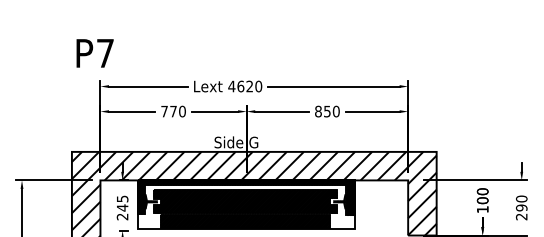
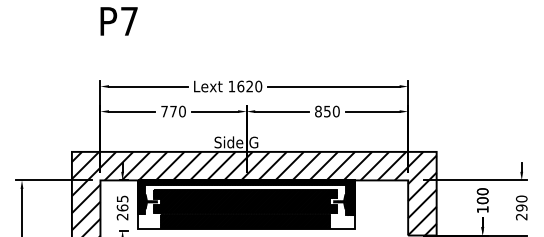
text at (94, 53) position: (94, 53) -> (118, 21)
text at (231, 86): 4620 -> 1620
text at (122, 207): 245 -> 265
